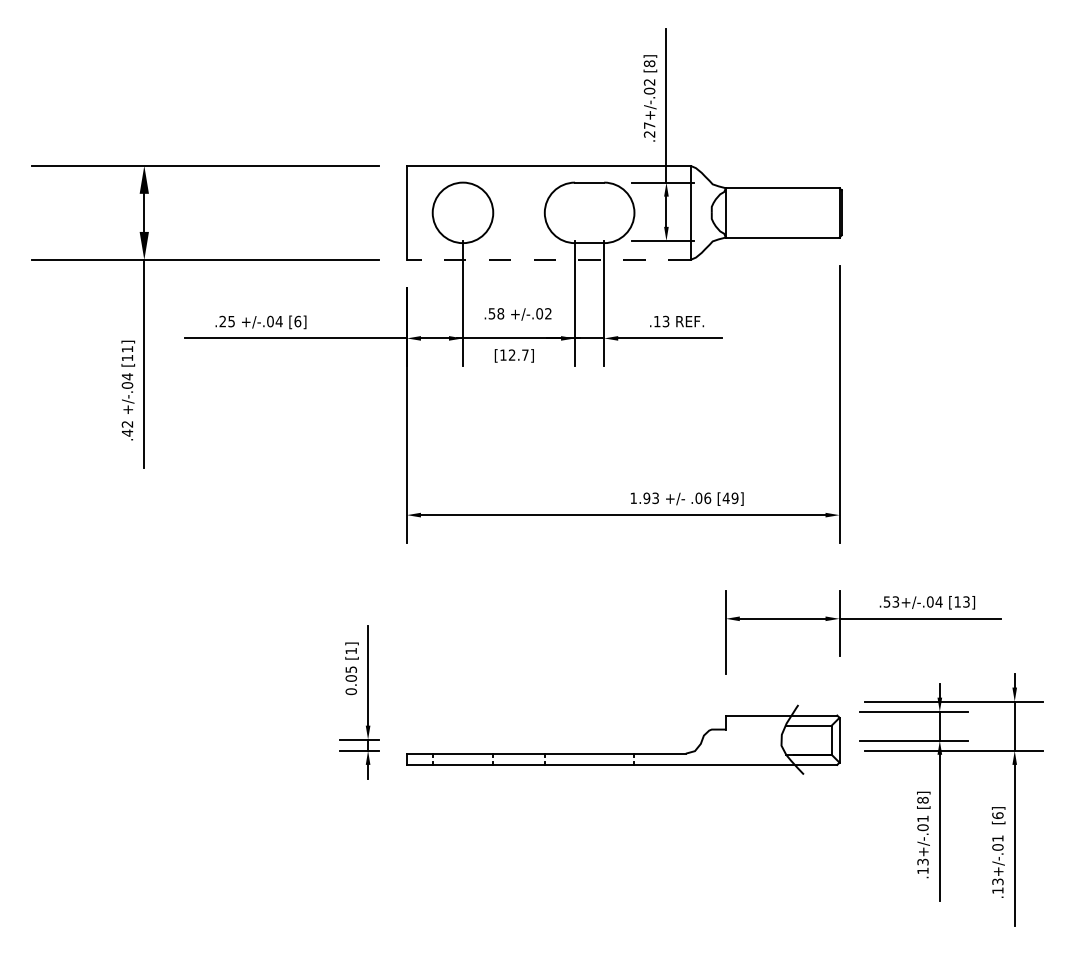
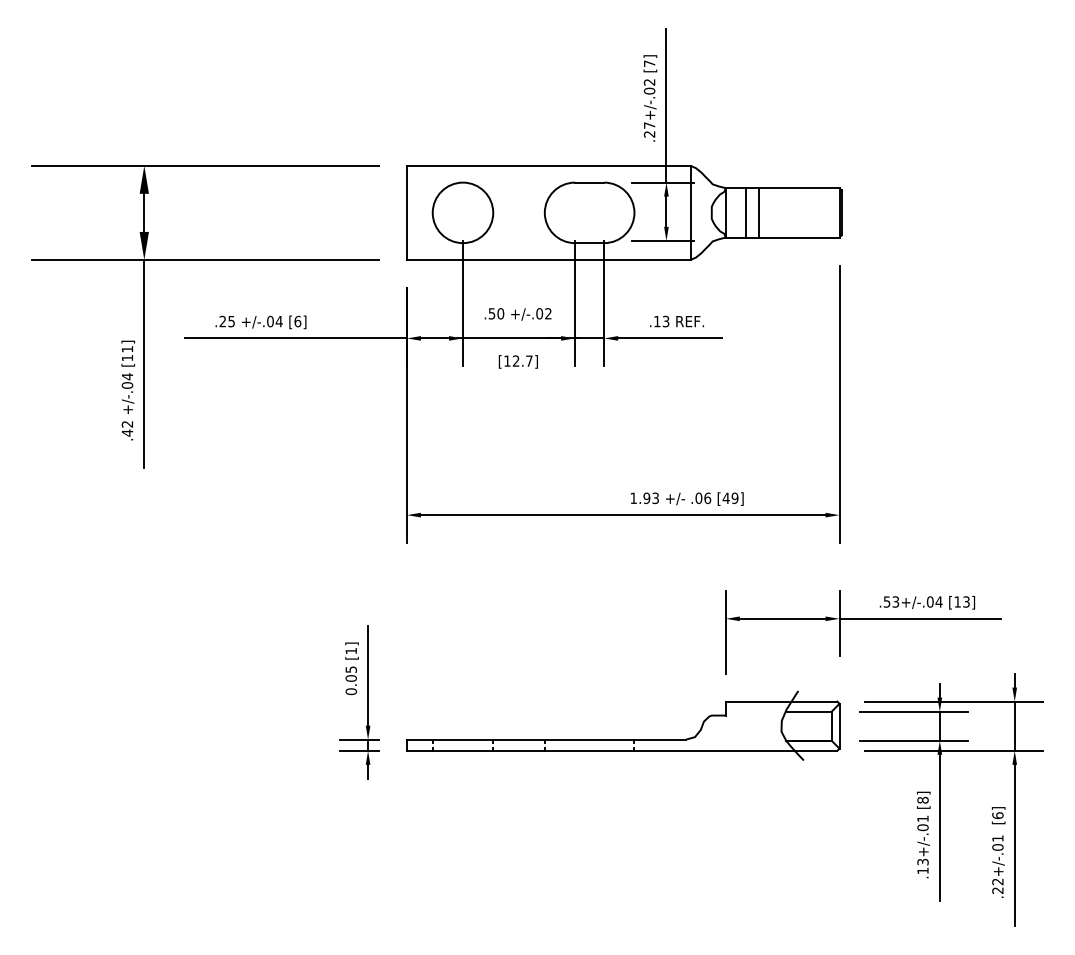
text at (649, 63): [8] -> [7]
line at (746, 212): none -> present
line at (758, 212): none -> present
line at (548, 259): dashed -> solid
text at (500, 313): .58 -> .50
text at (513, 355) position: (513, 355) -> (517, 361)
part at (623, 753) position: (623, 753) -> (623, 739)
text at (997, 885): .13+/-.01 -> .22+/-.01
